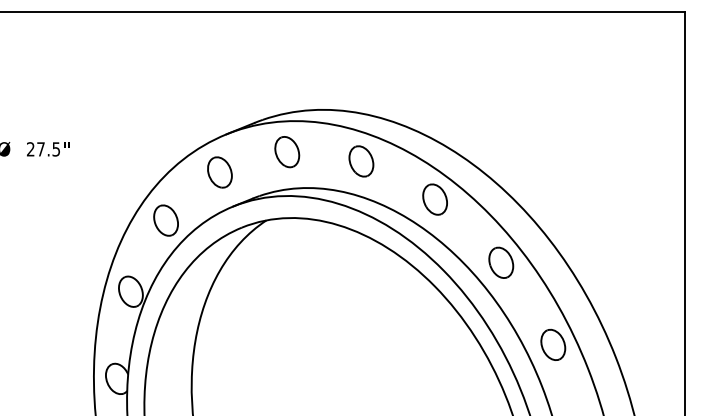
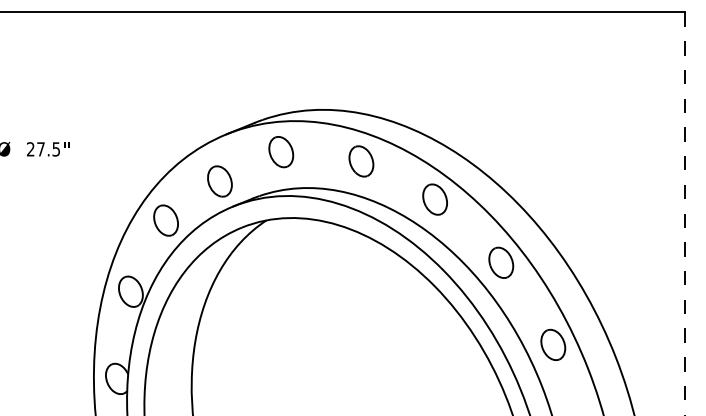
part at (287, 152) position: (287, 152) -> (281, 152)
part at (219, 172) position: (219, 172) -> (219, 181)
line at (684, 214): solid -> dashed
